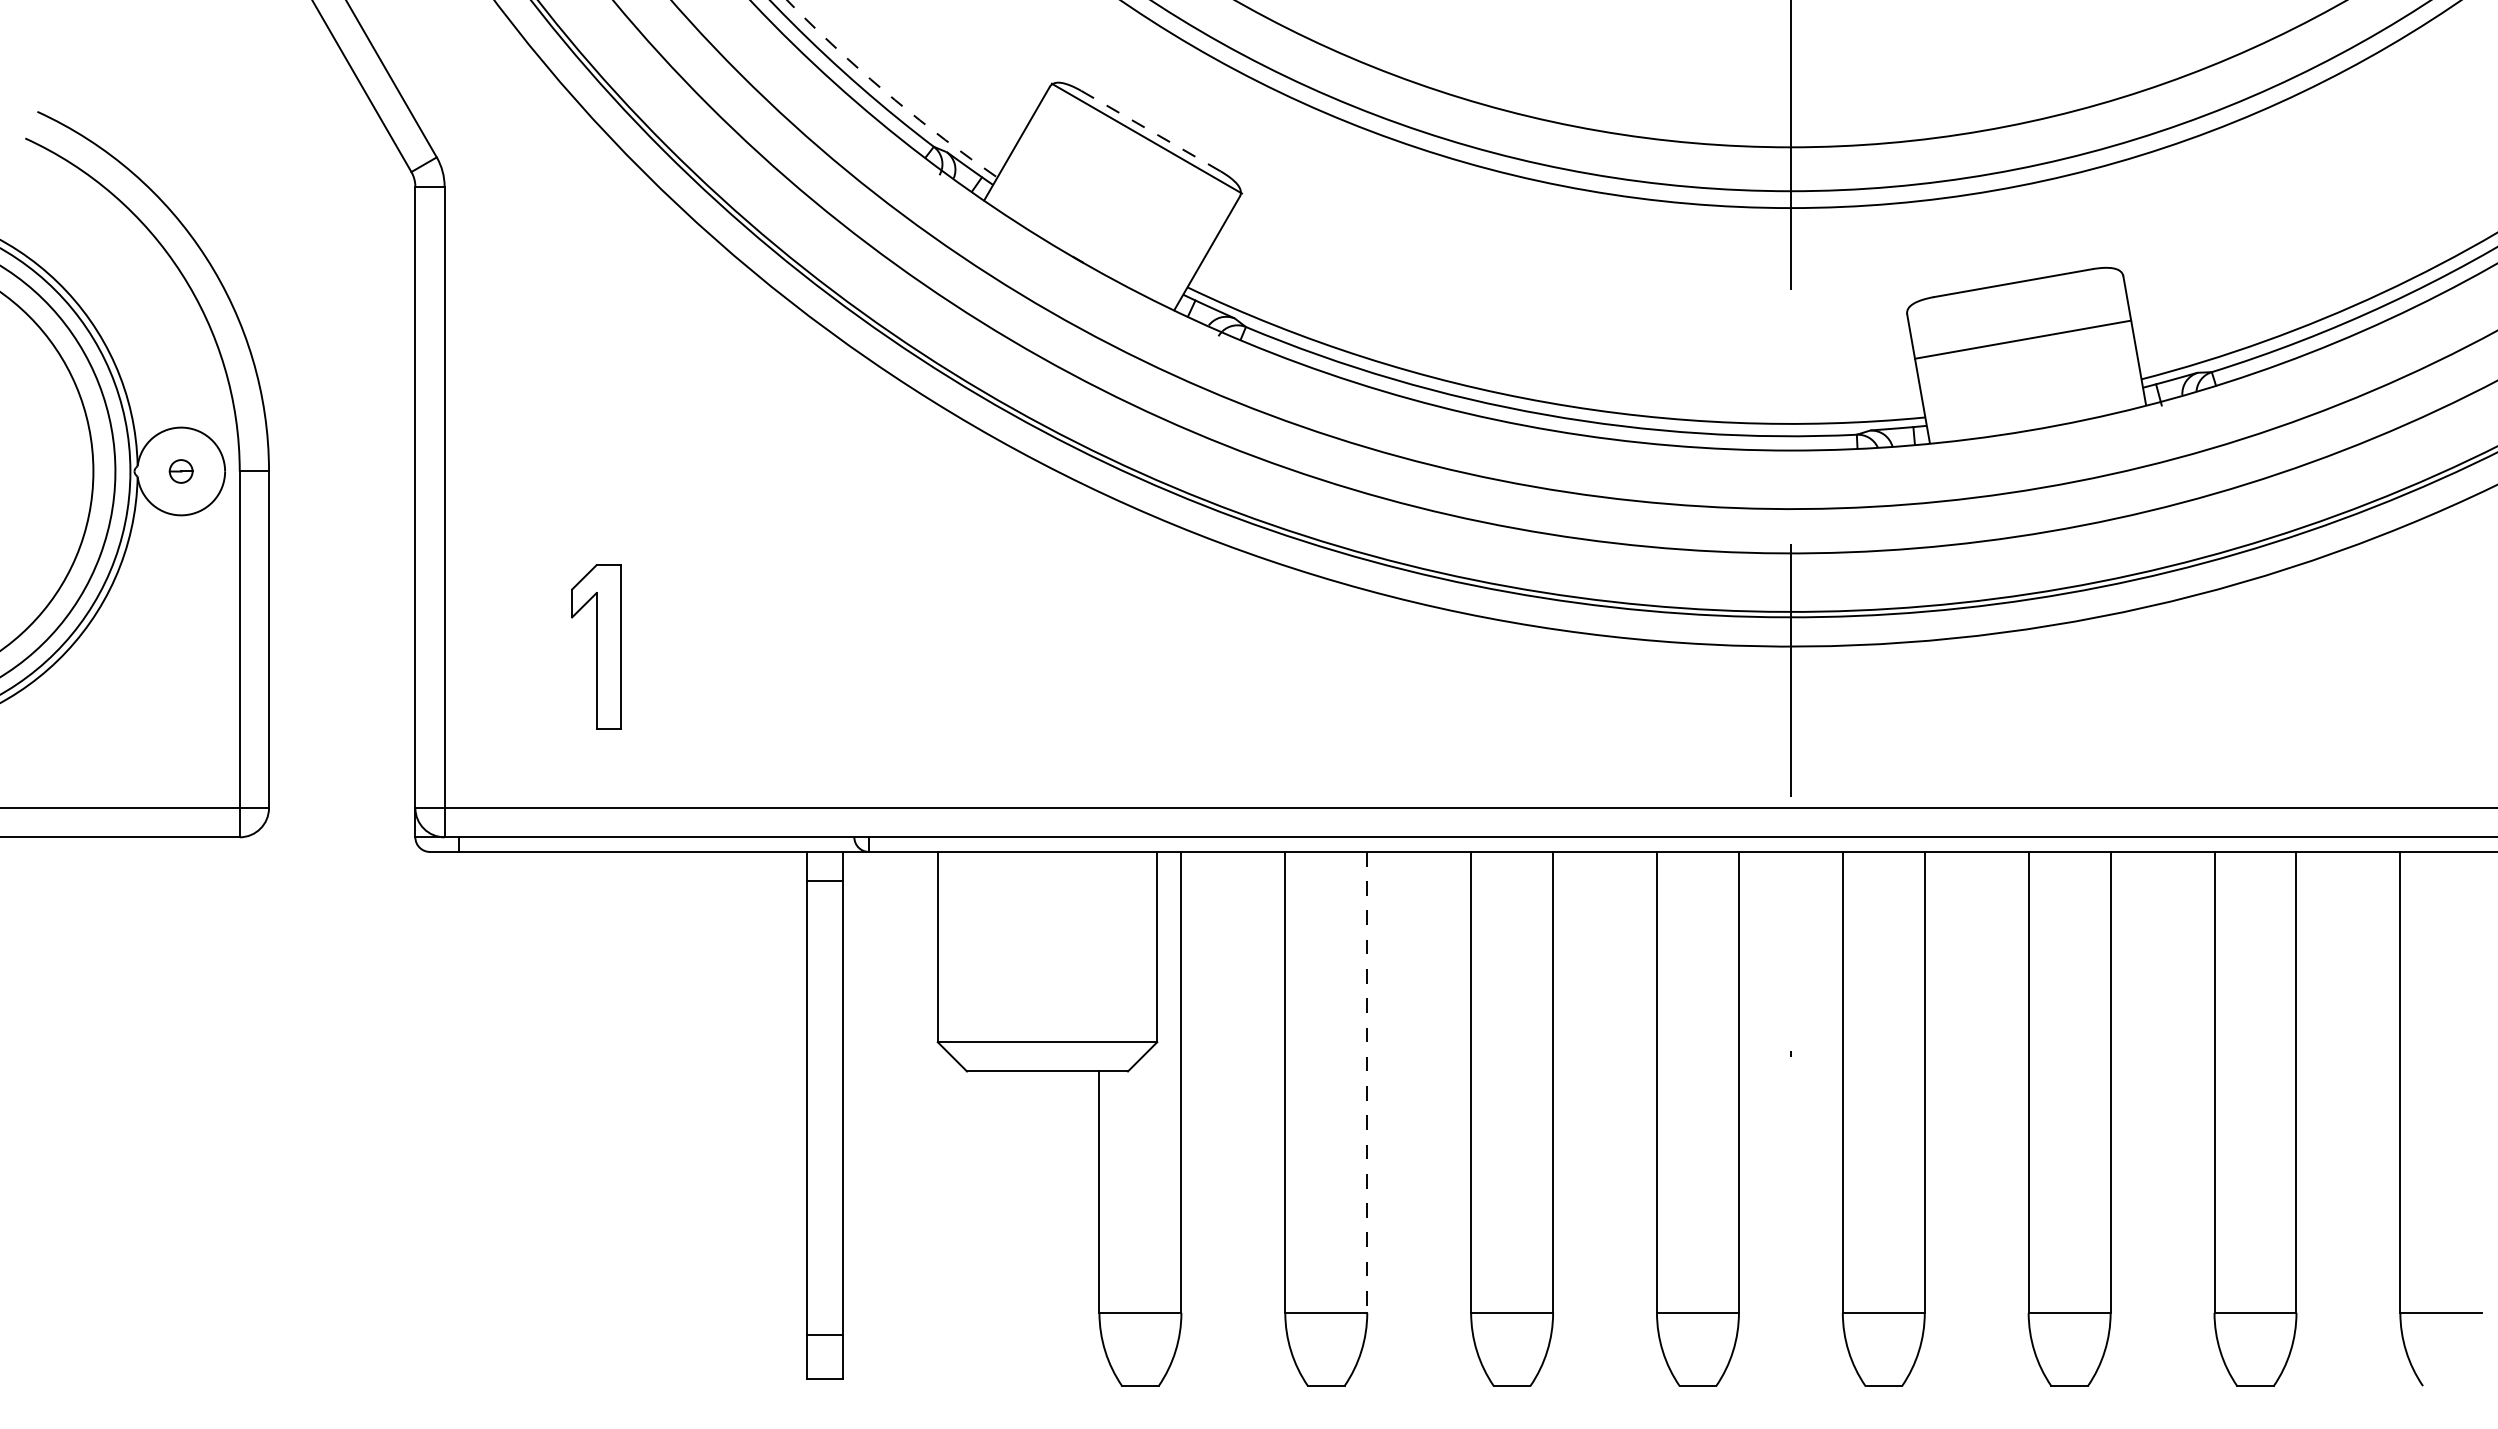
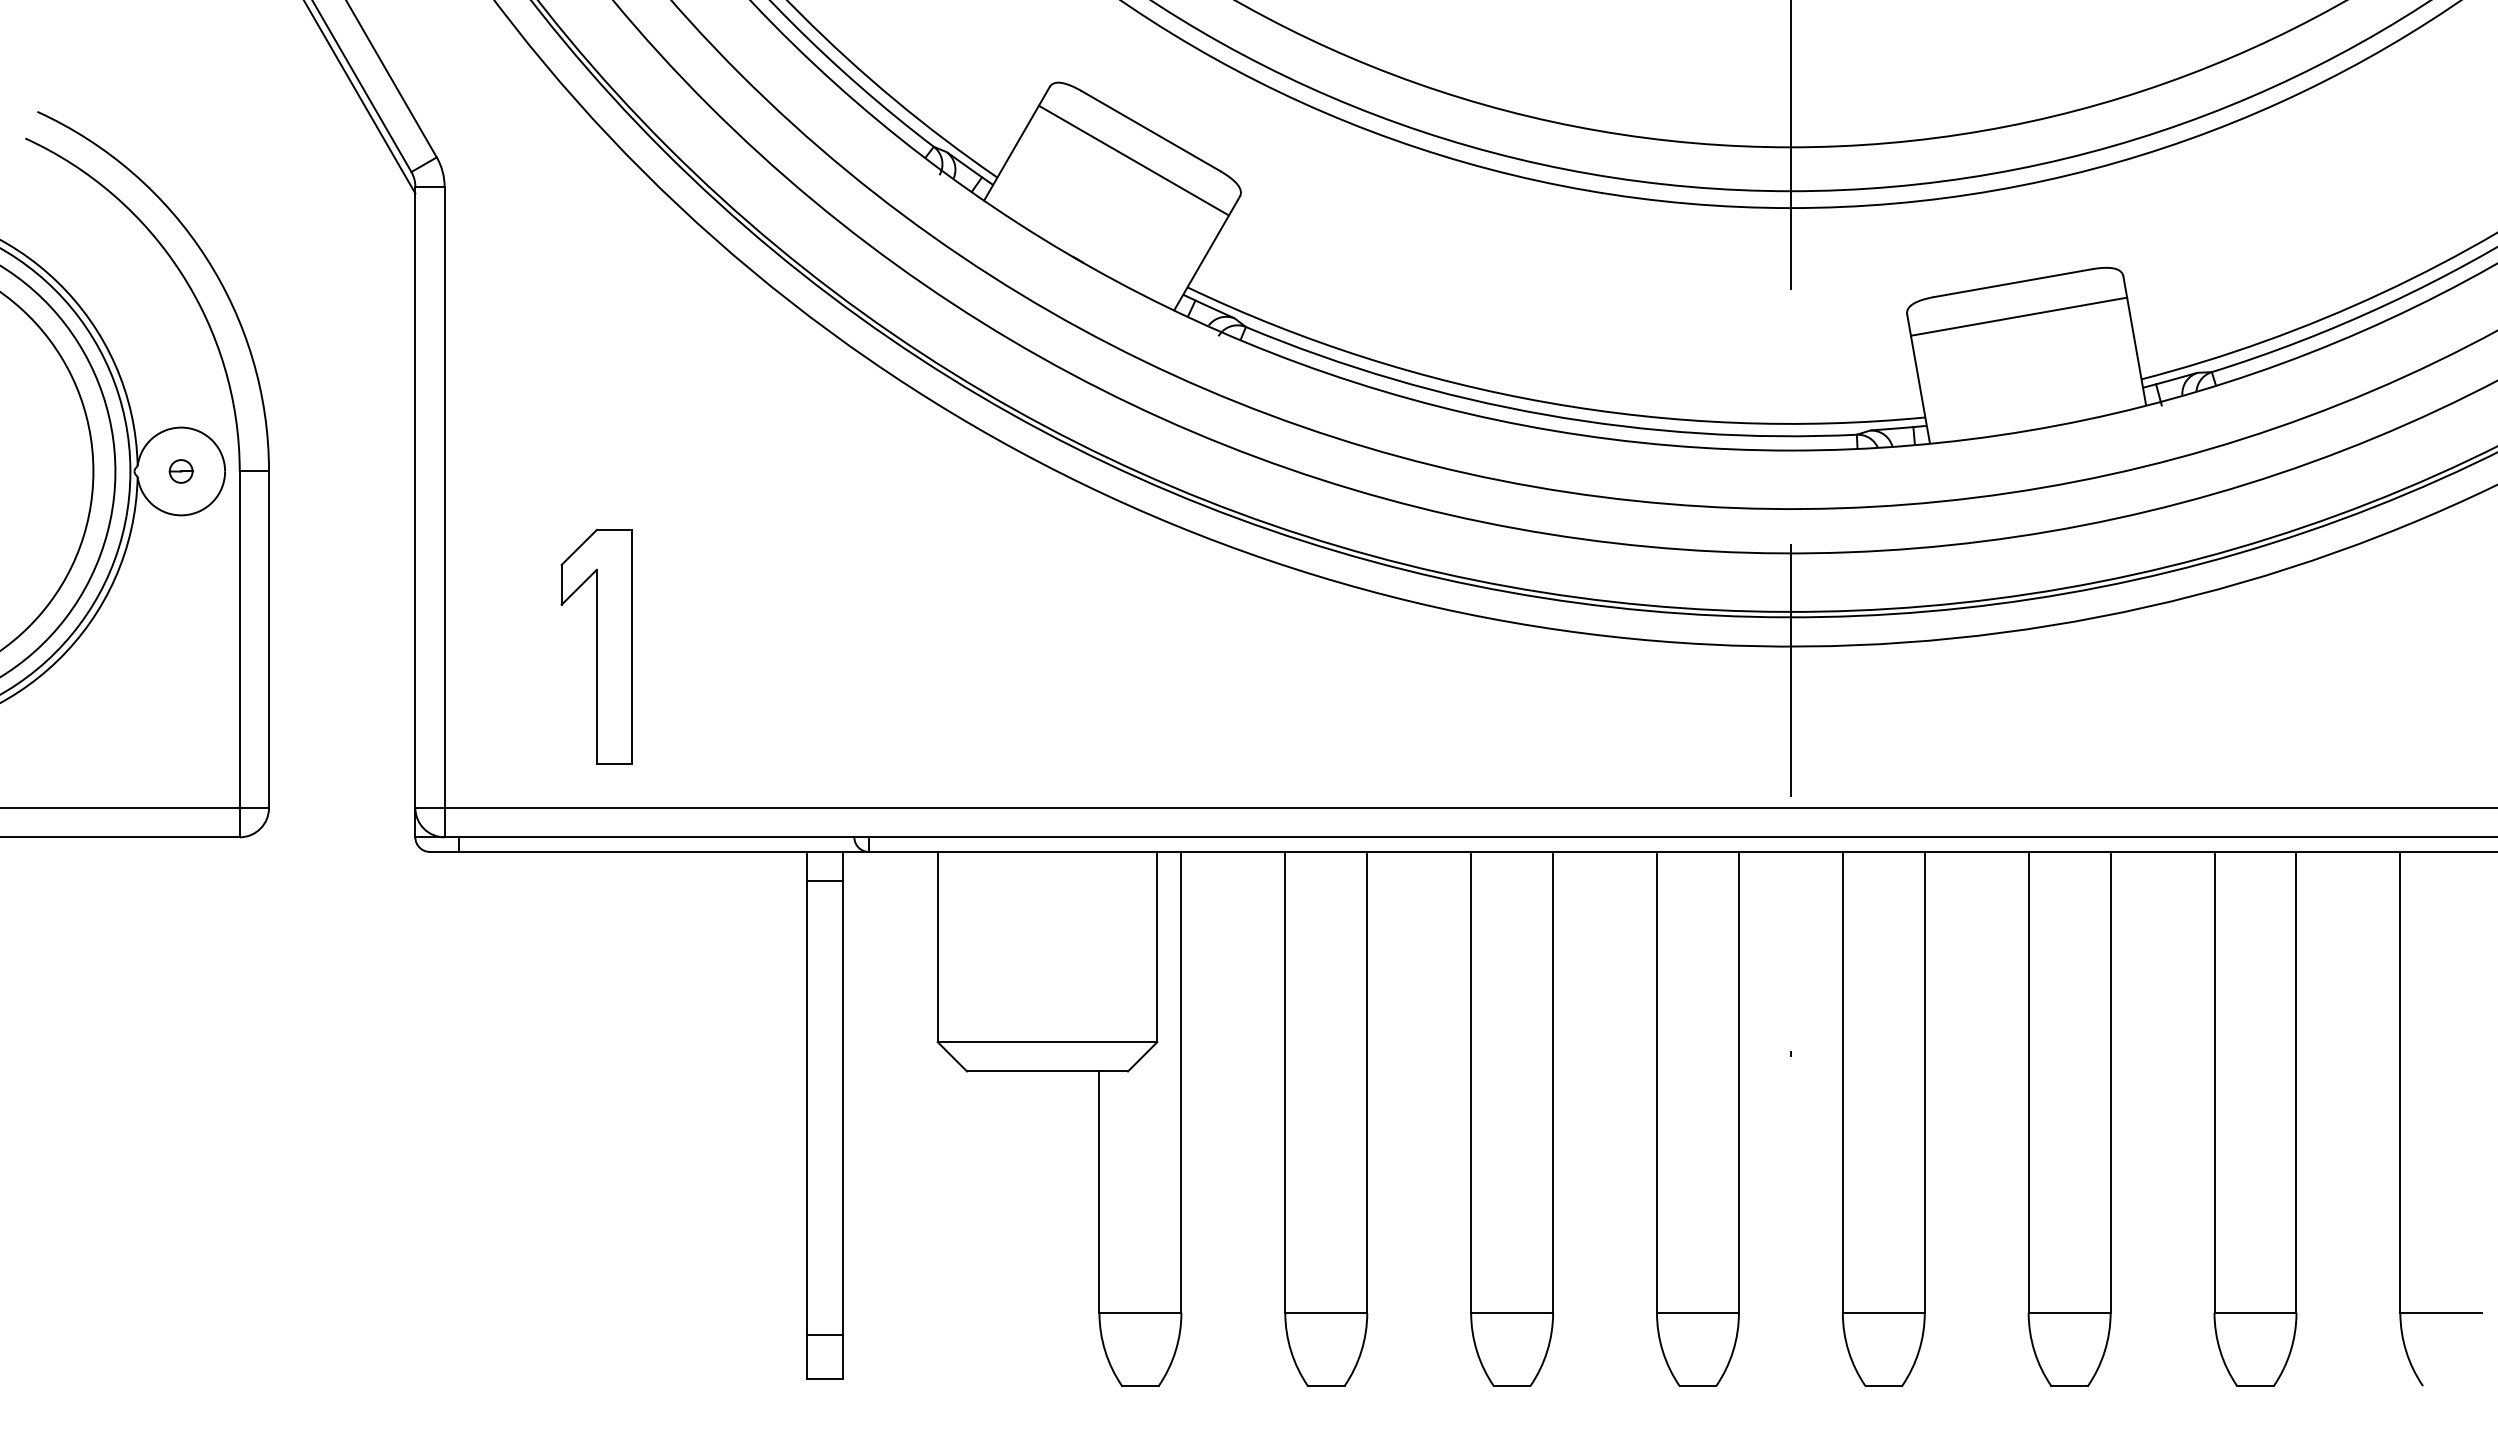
arc at (888, 94): dashed -> solid
line at (360, 97): none -> present
line at (1150, 130): dashed -> solid
line at (1146, 138) position: (1146, 138) -> (1133, 160)
line at (2022, 339) position: (2022, 339) -> (2018, 316)
part at (596, 646) size: 51x166 px -> 73x236 px
line at (1367, 1082): dashed -> solid
